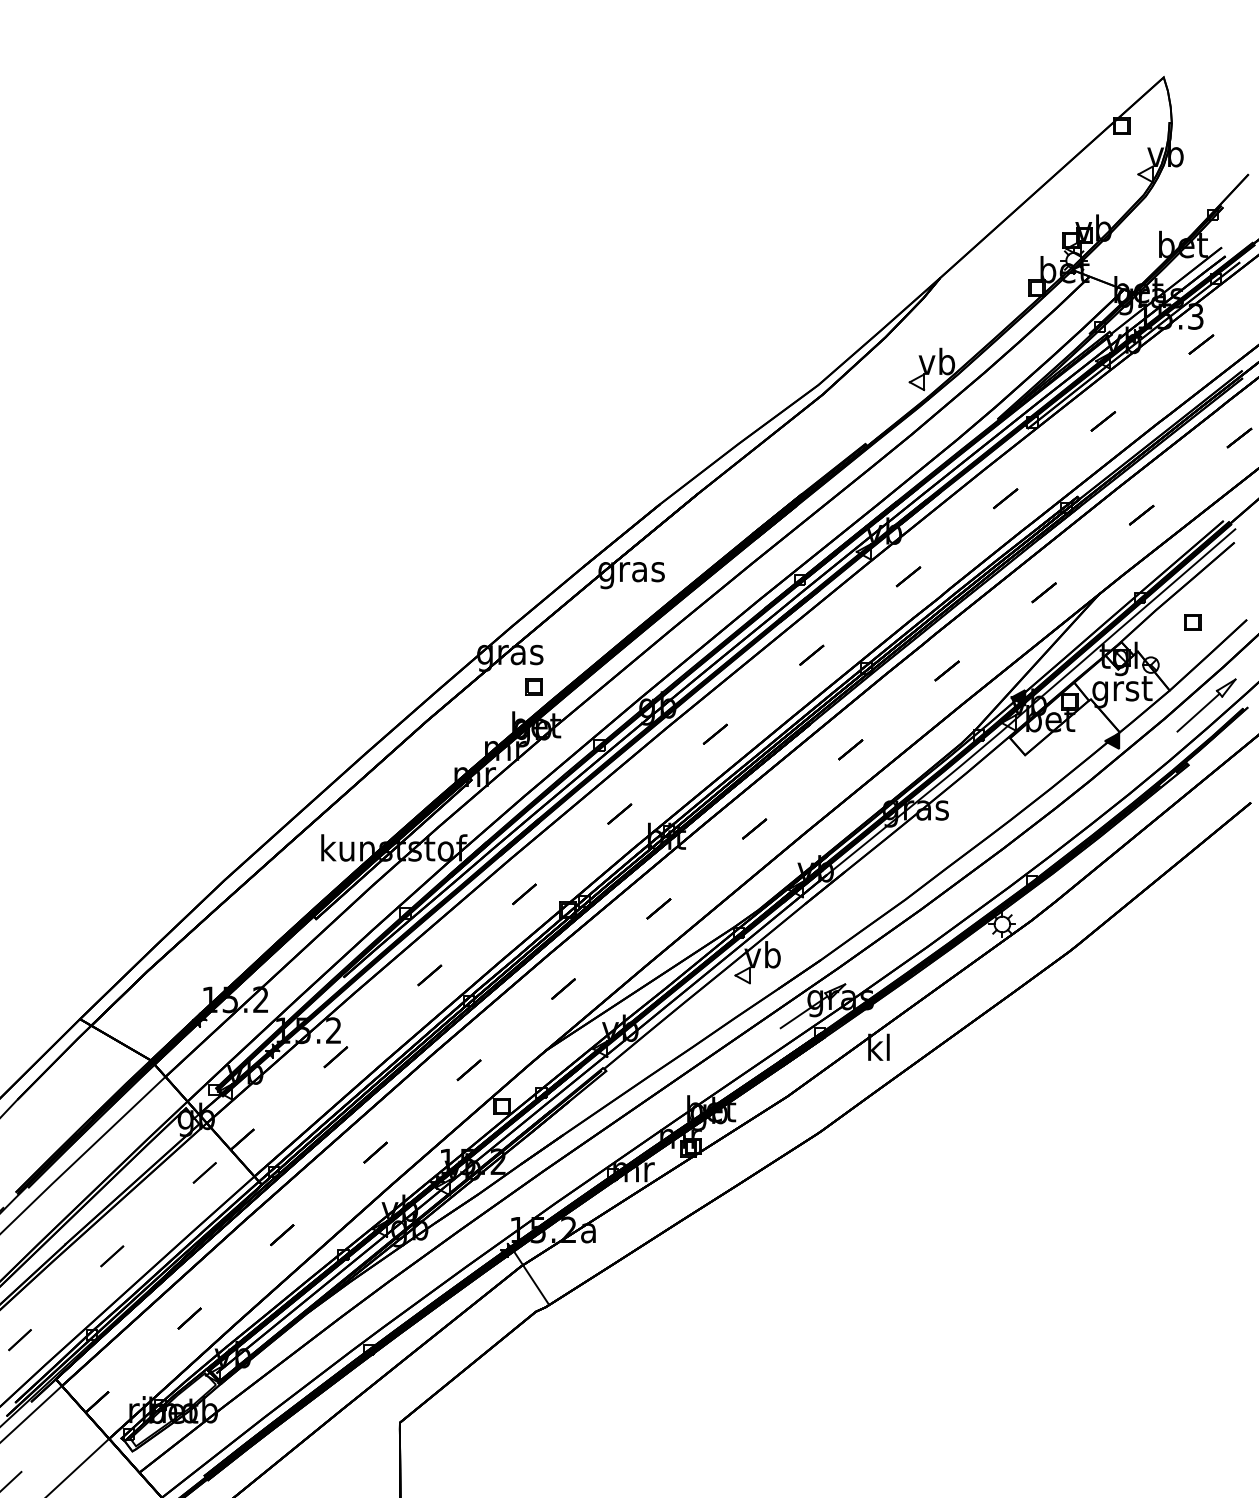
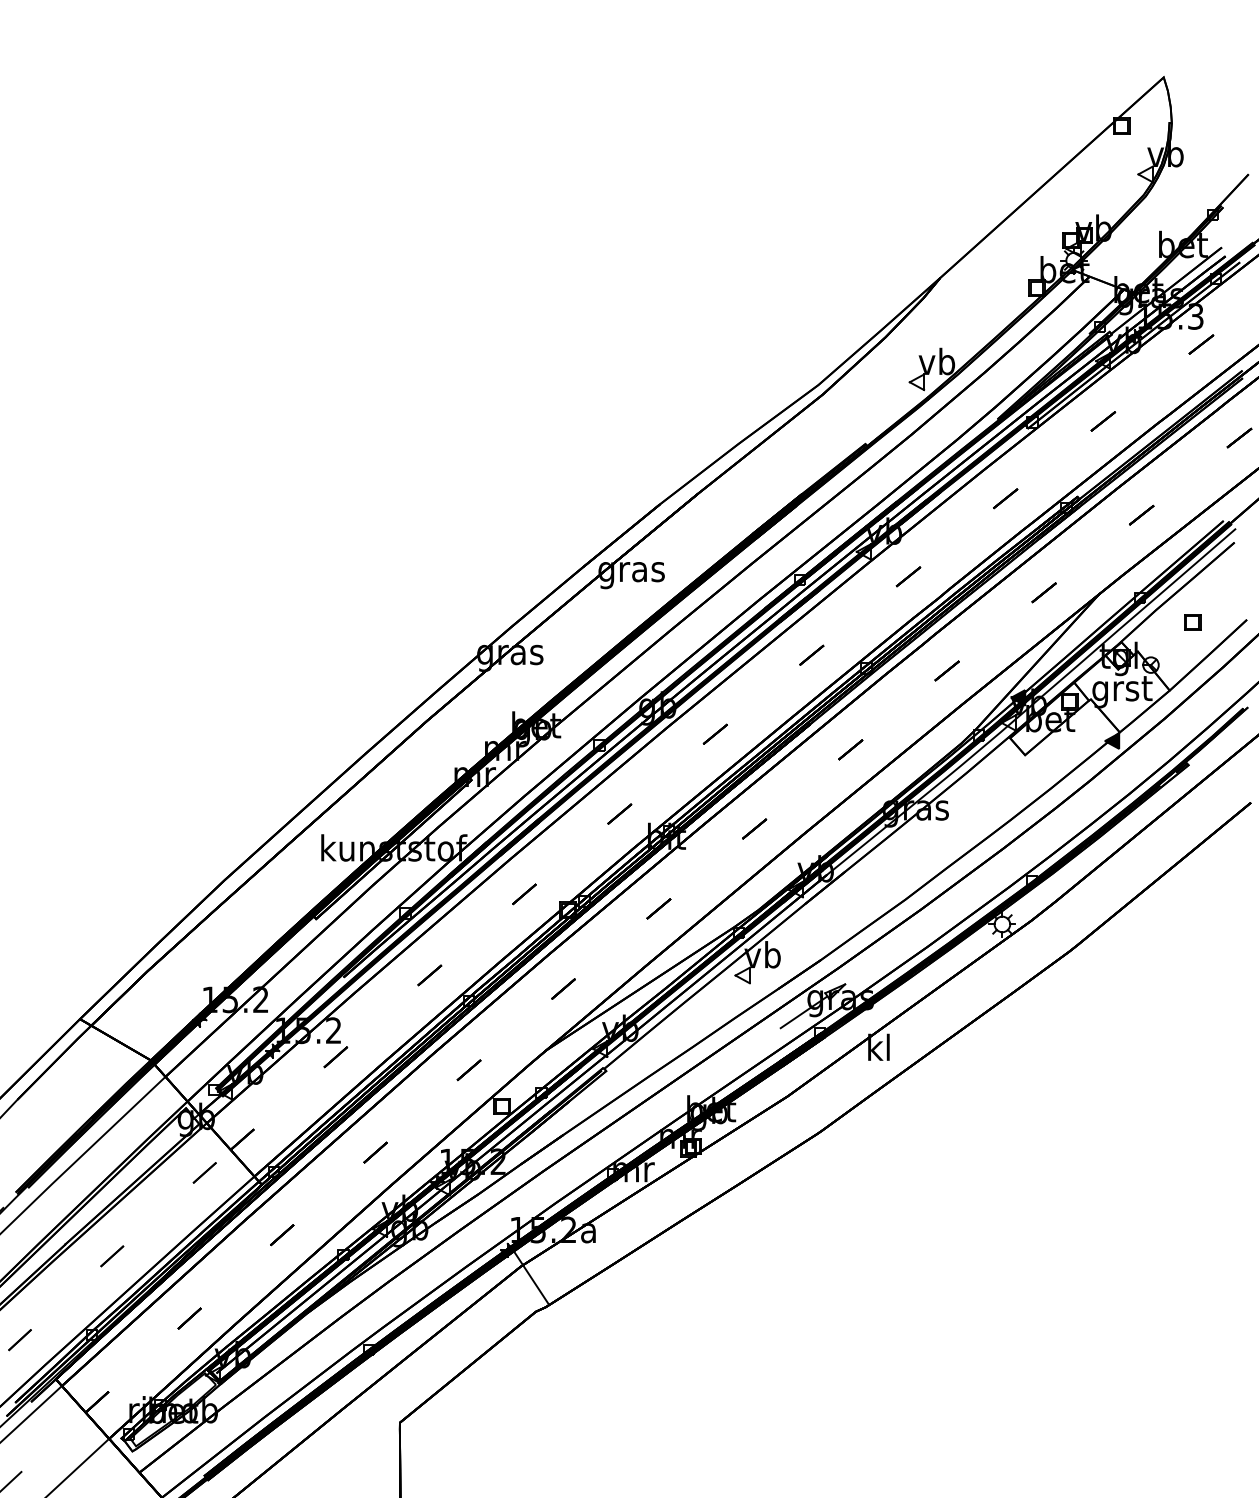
part at (533, 686): present -> none
part at (1206, 705): present -> none
